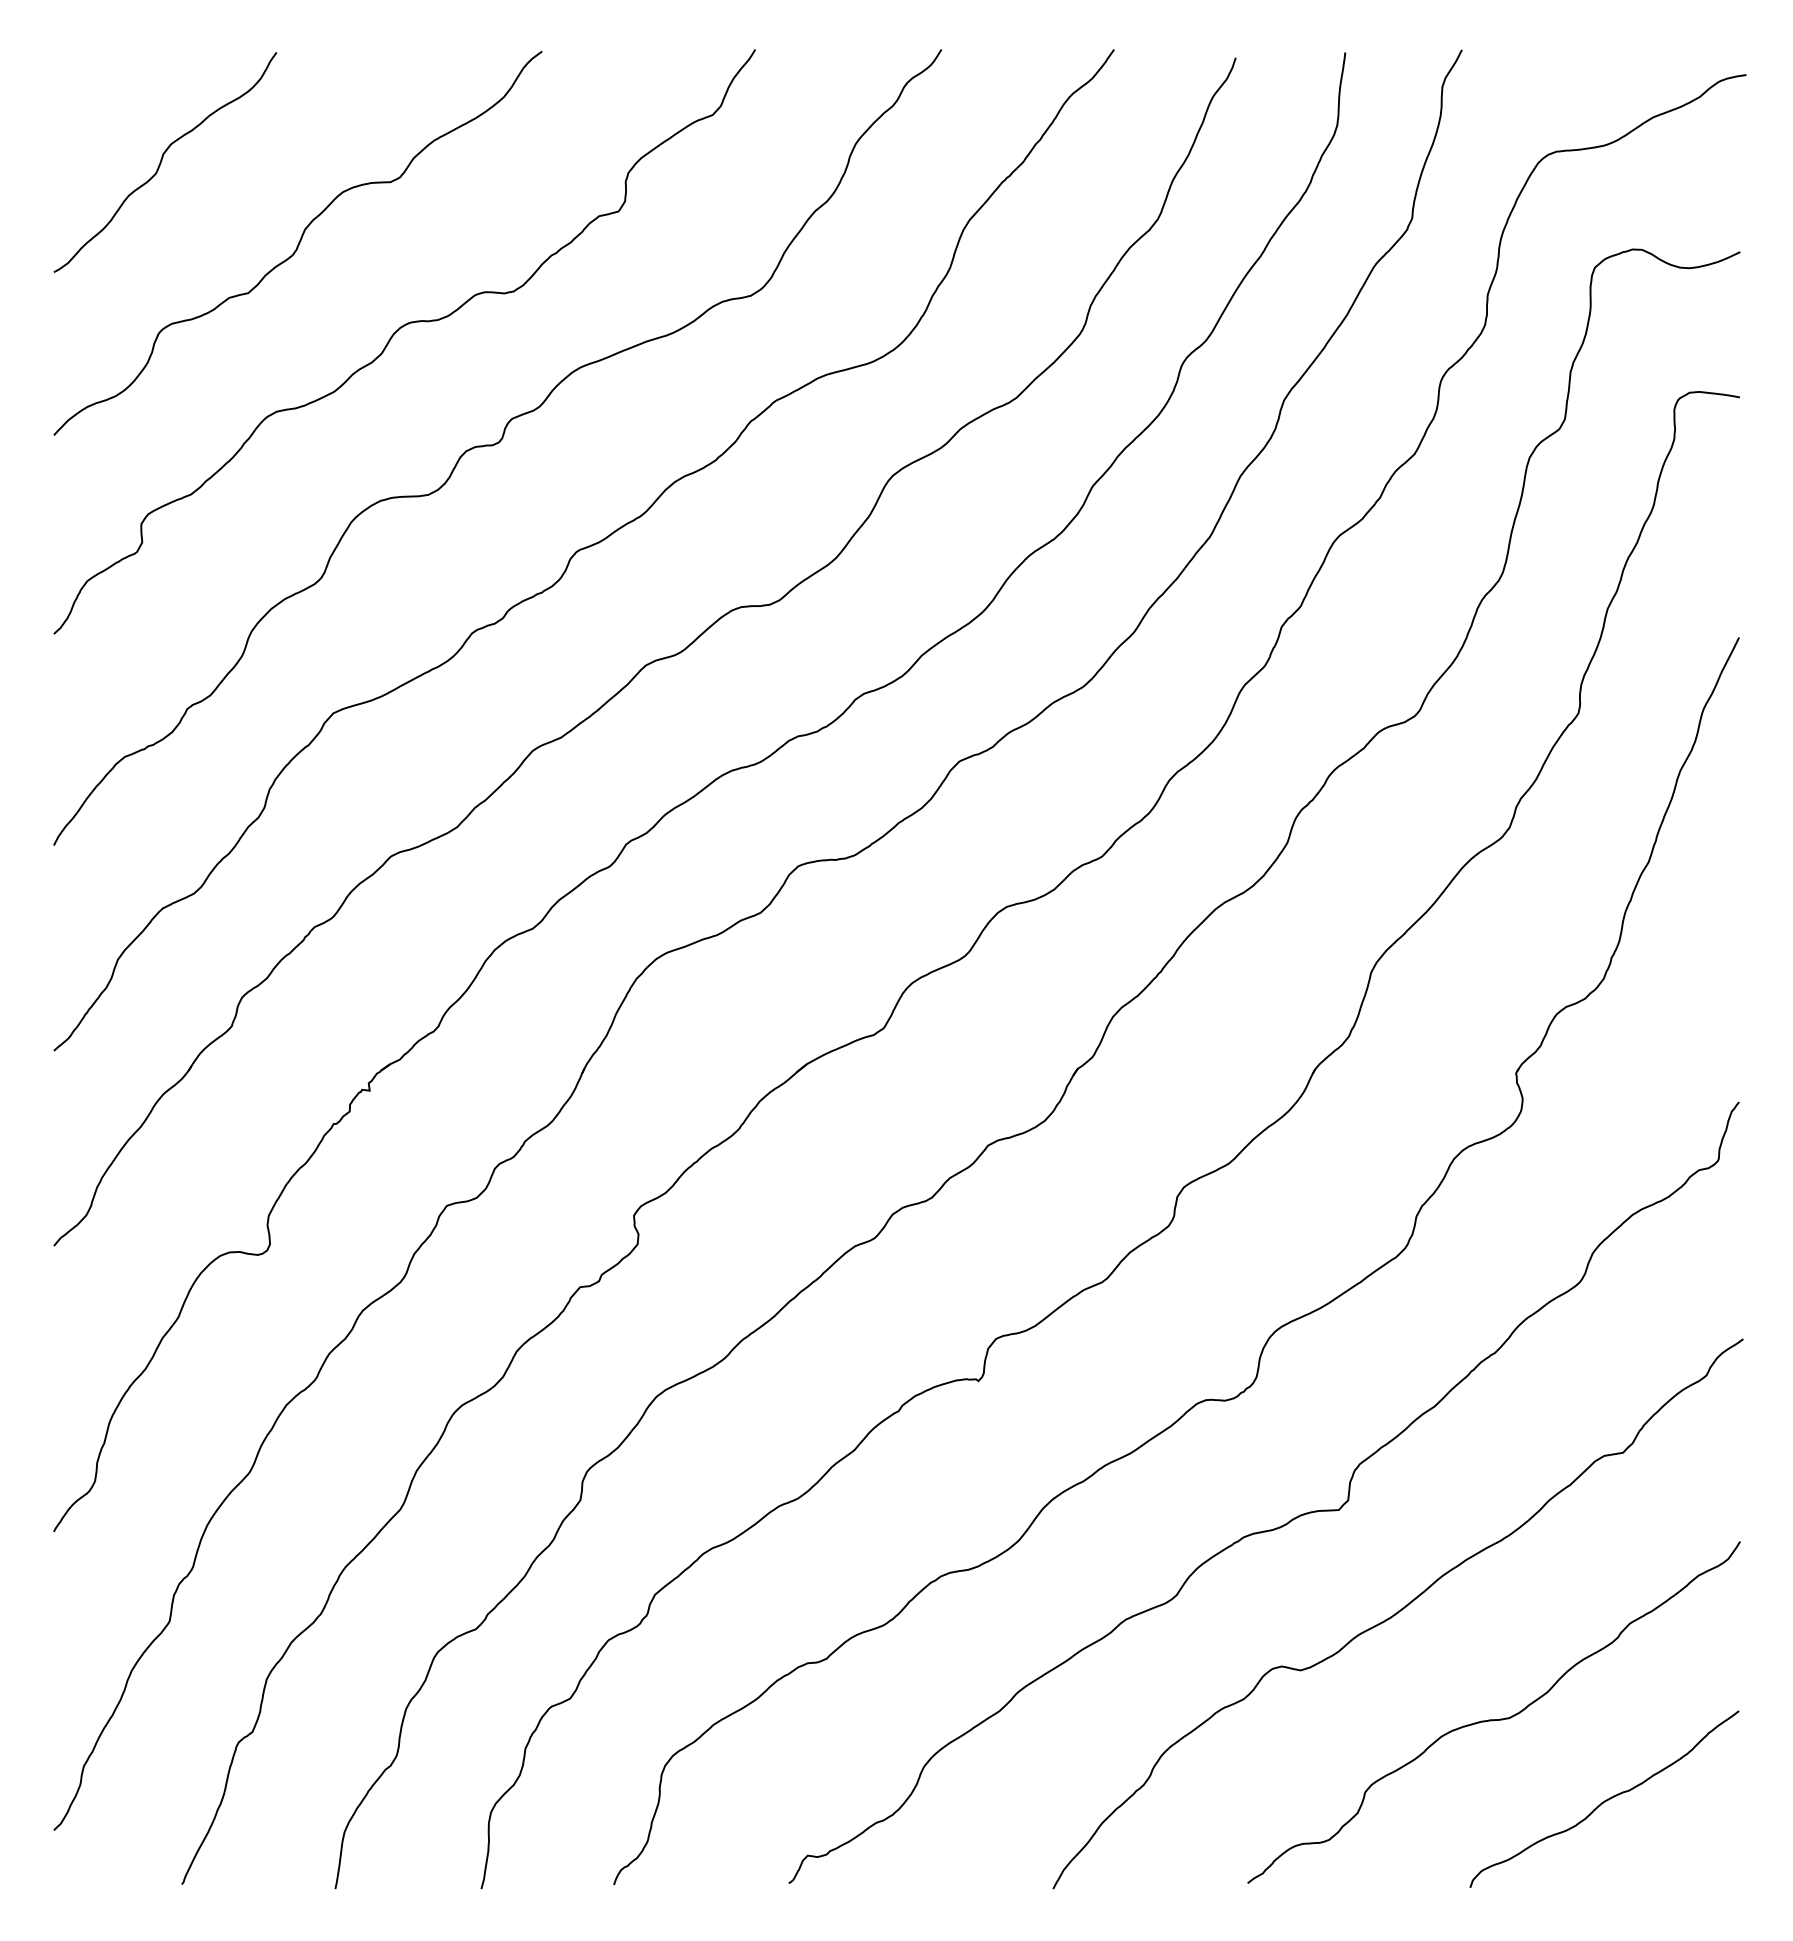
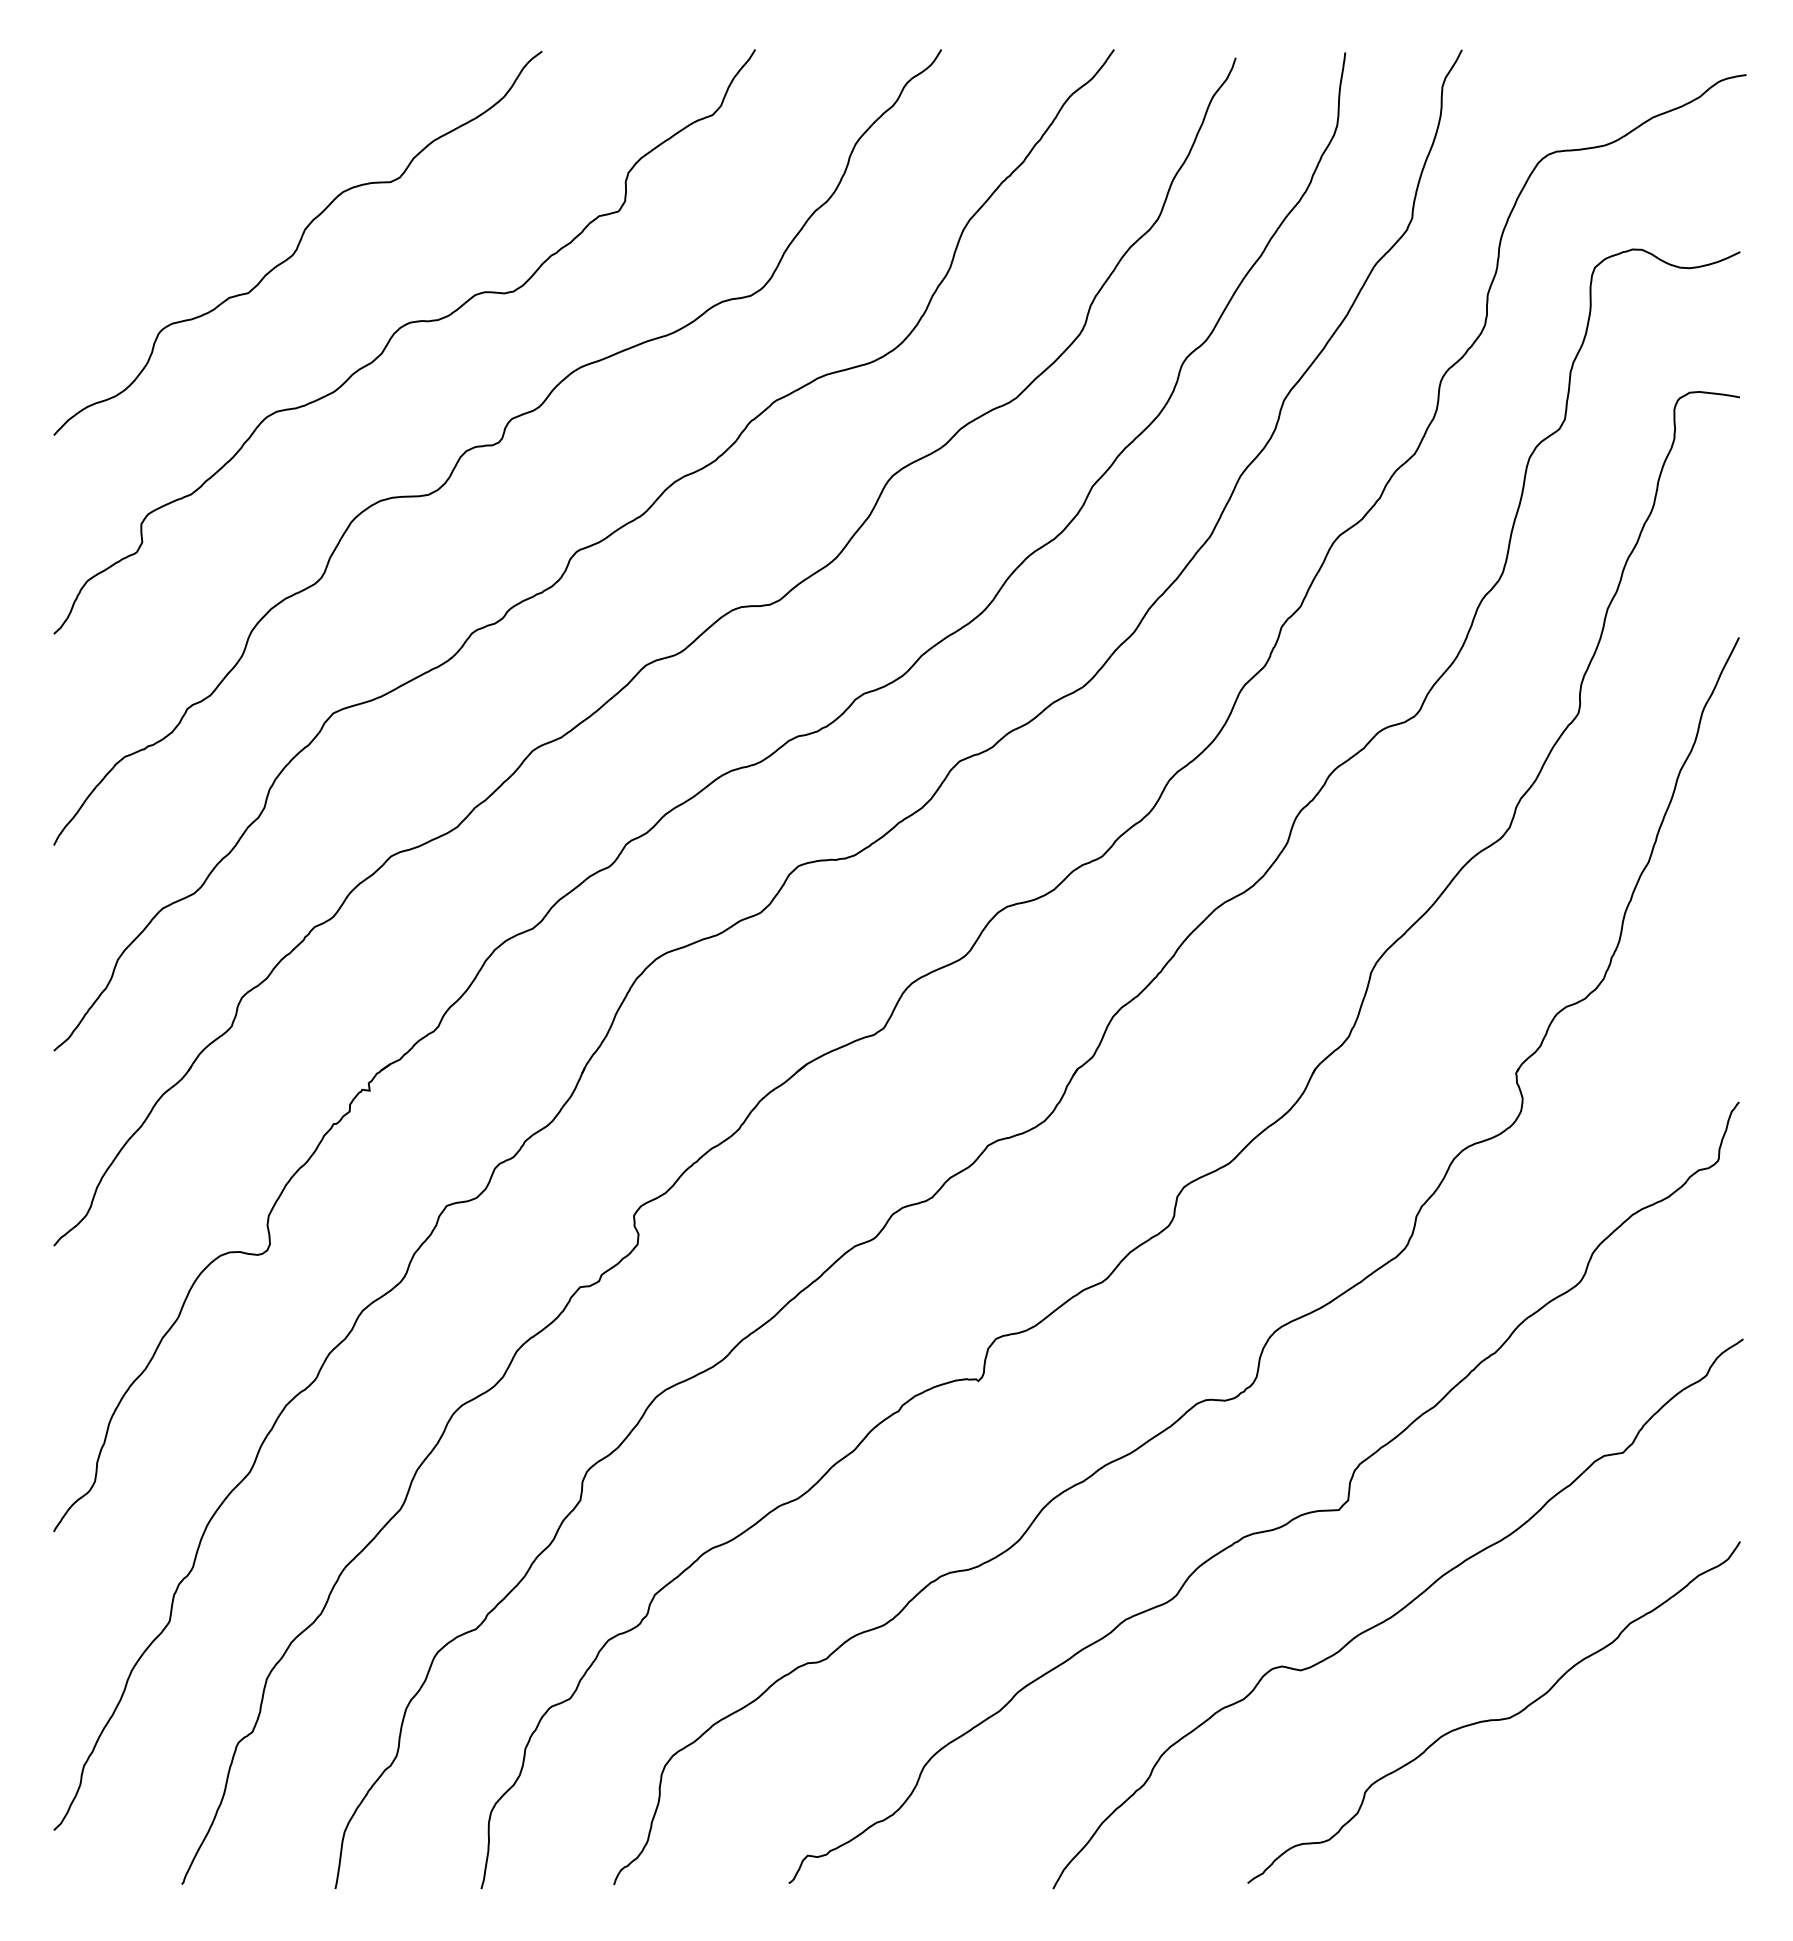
curve at (162, 160): present -> none
curve at (1604, 1800): present -> none
